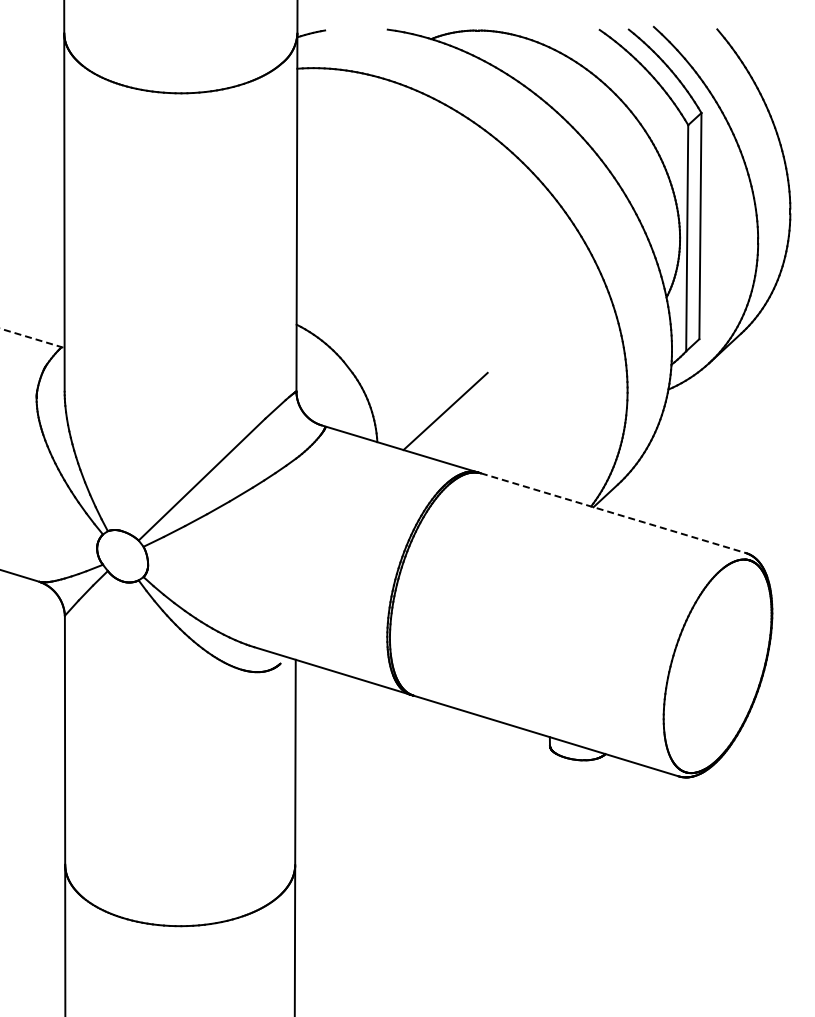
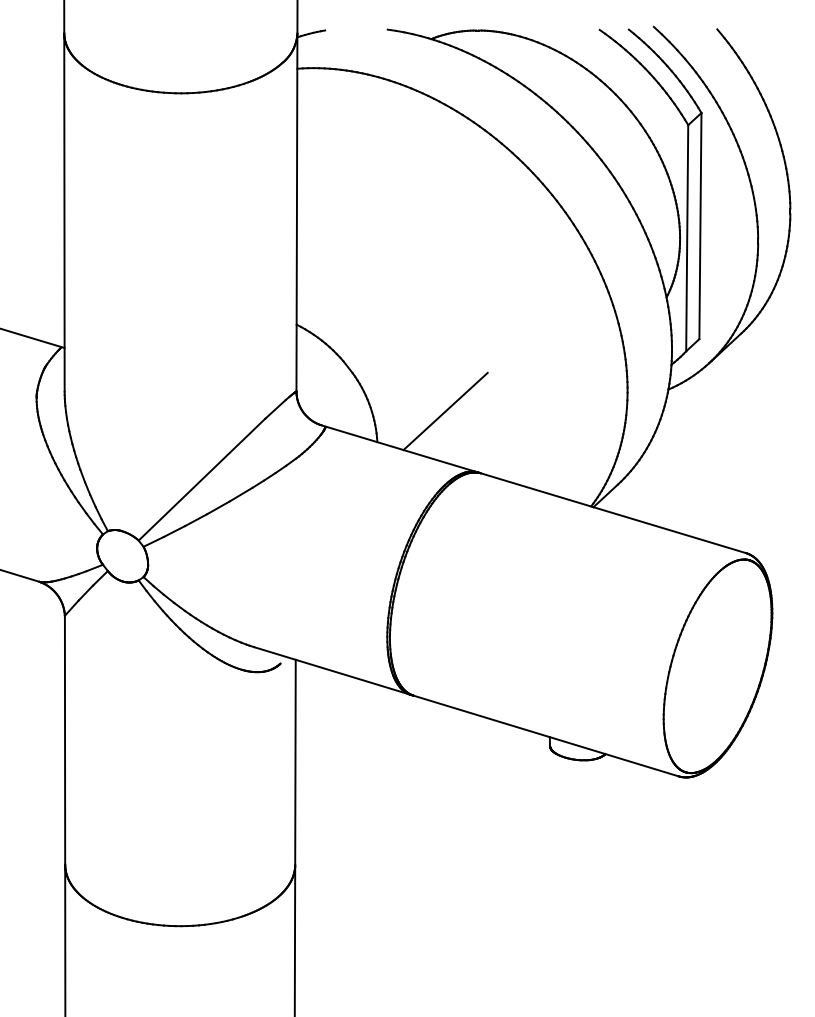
line at (33, 338): dashed -> solid
line at (613, 513): dashed -> solid
